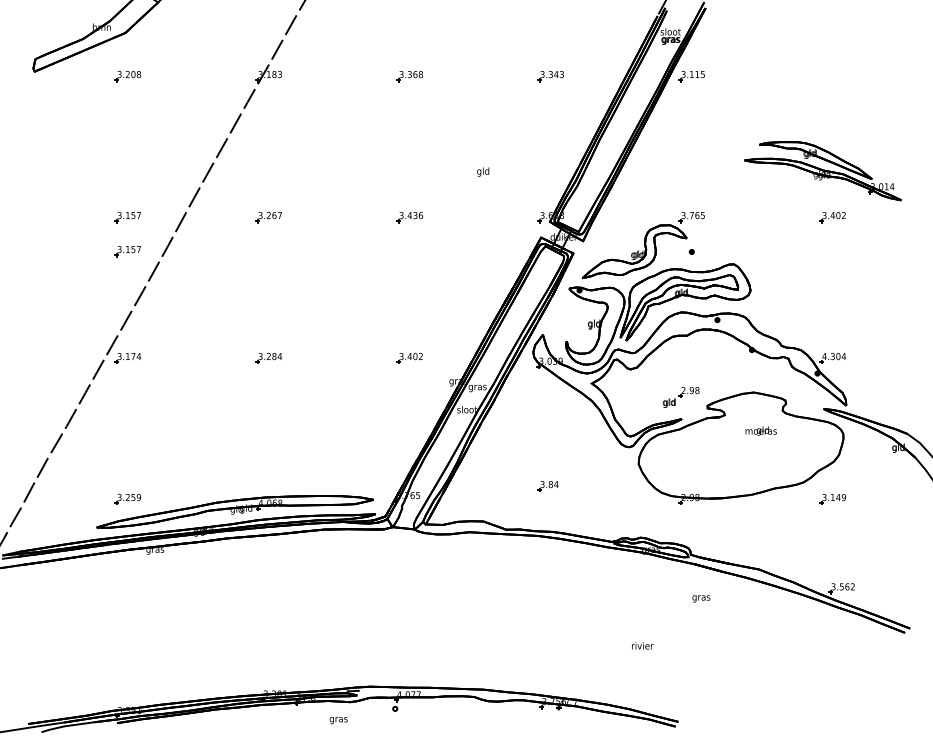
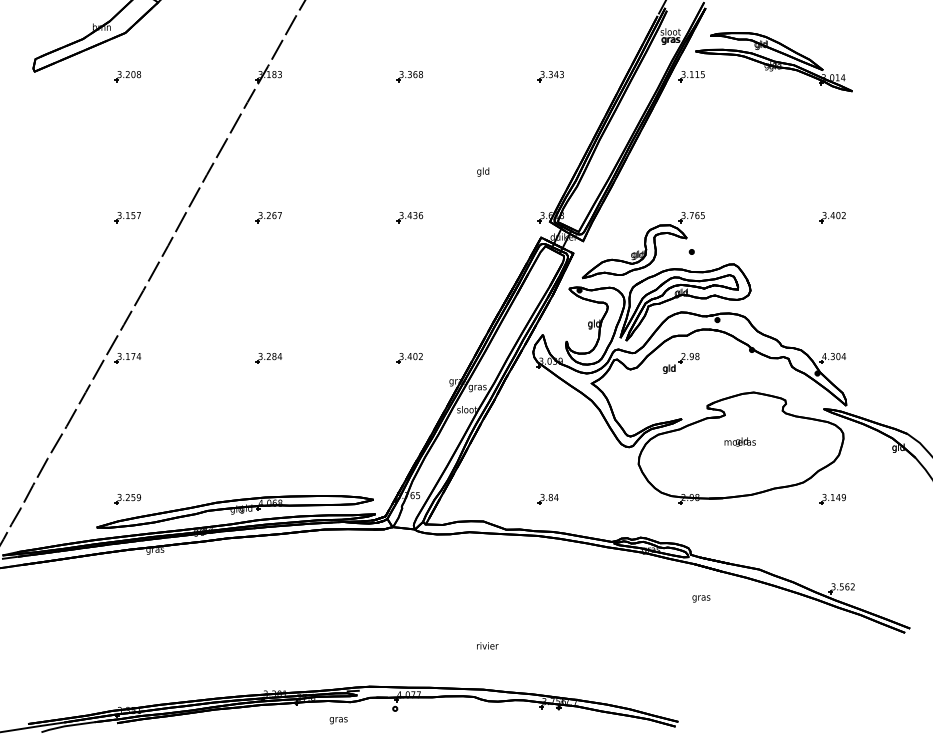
part at (822, 171) position: (822, 171) -> (773, 62)
part at (127, 251): present -> none
part at (680, 397) position: (680, 397) -> (680, 363)
text at (760, 430) position: (760, 430) -> (739, 441)
part at (547, 486) position: (547, 486) -> (547, 499)
text at (642, 645) position: (642, 645) -> (487, 645)
